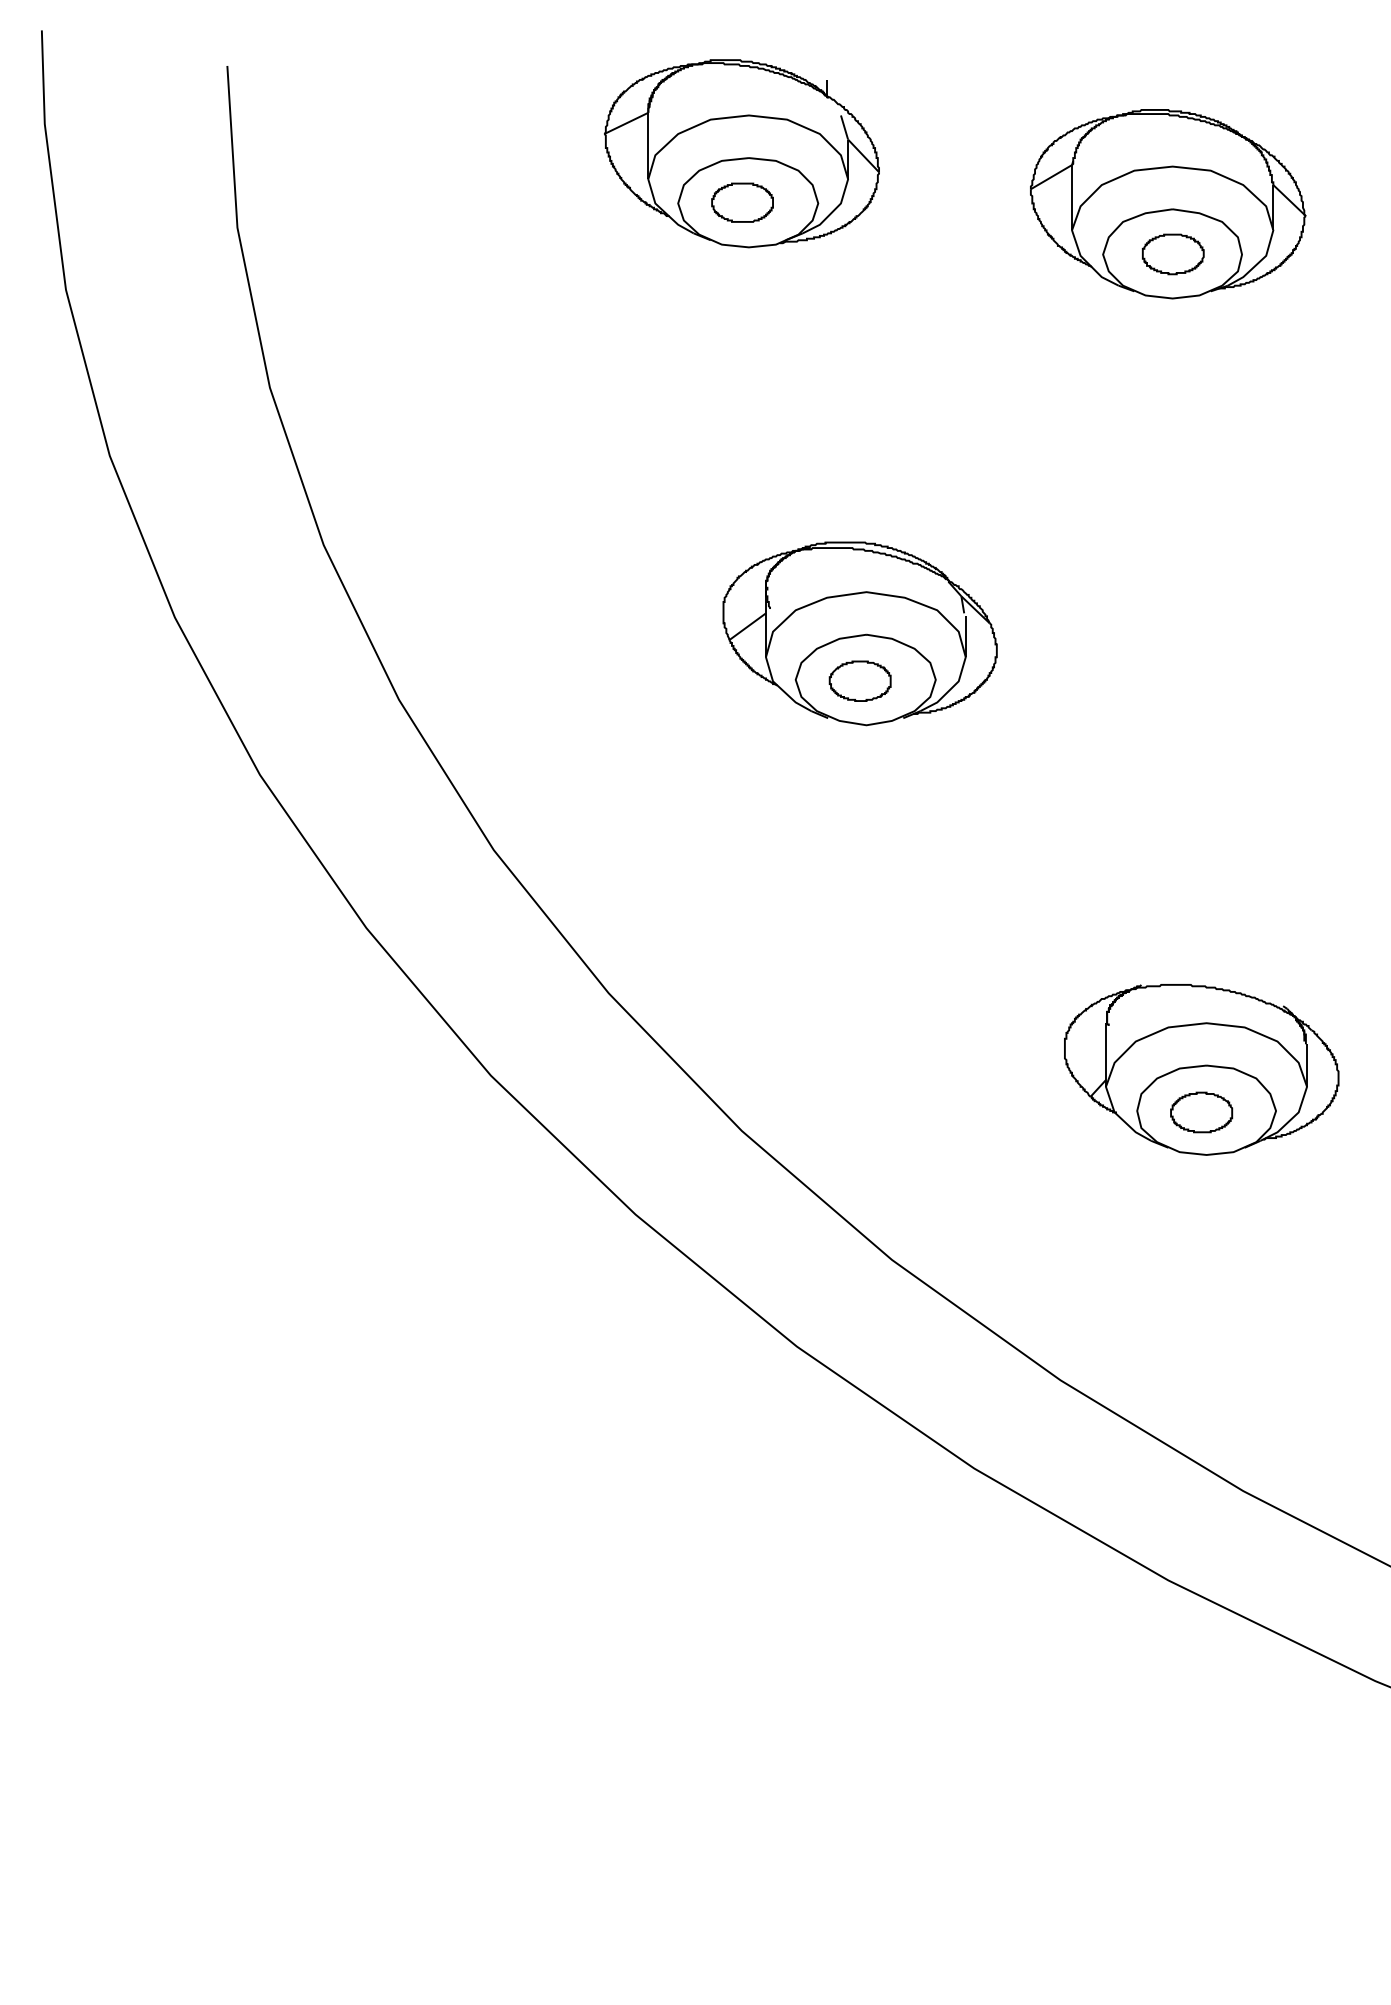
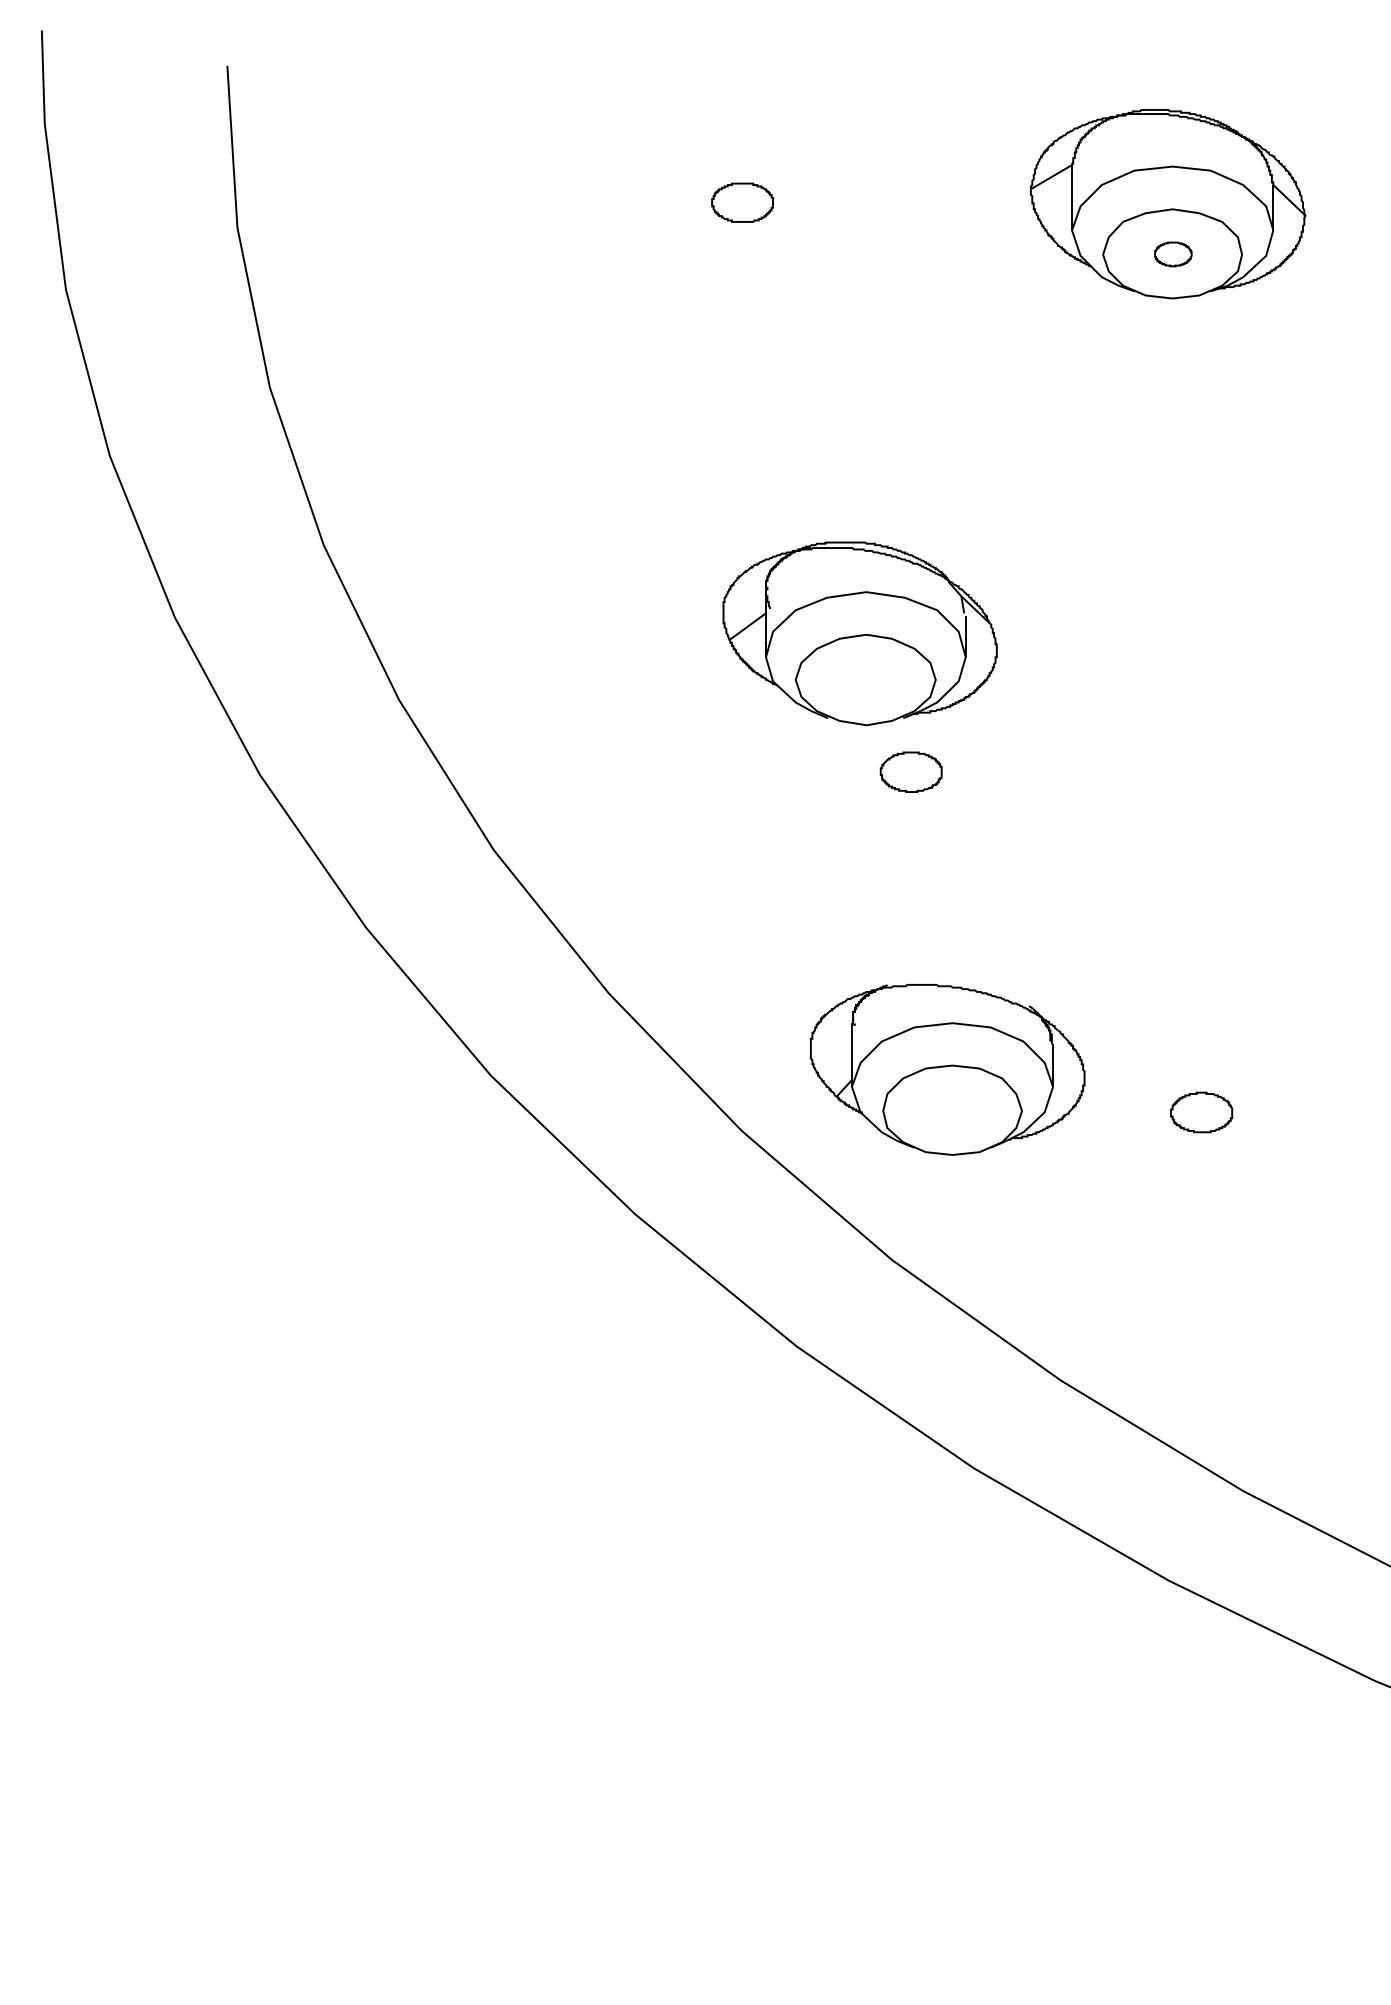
part at (741, 153): present -> none
part at (1173, 254) size: 63x43 px -> 39x27 px
part at (859, 680) position: (859, 680) -> (910, 771)
part at (1201, 1069) position: (1201, 1069) -> (947, 1069)
